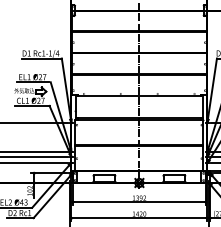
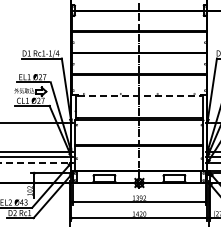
line at (139, 95): solid -> dashed
line at (34, 162): solid -> dashed
